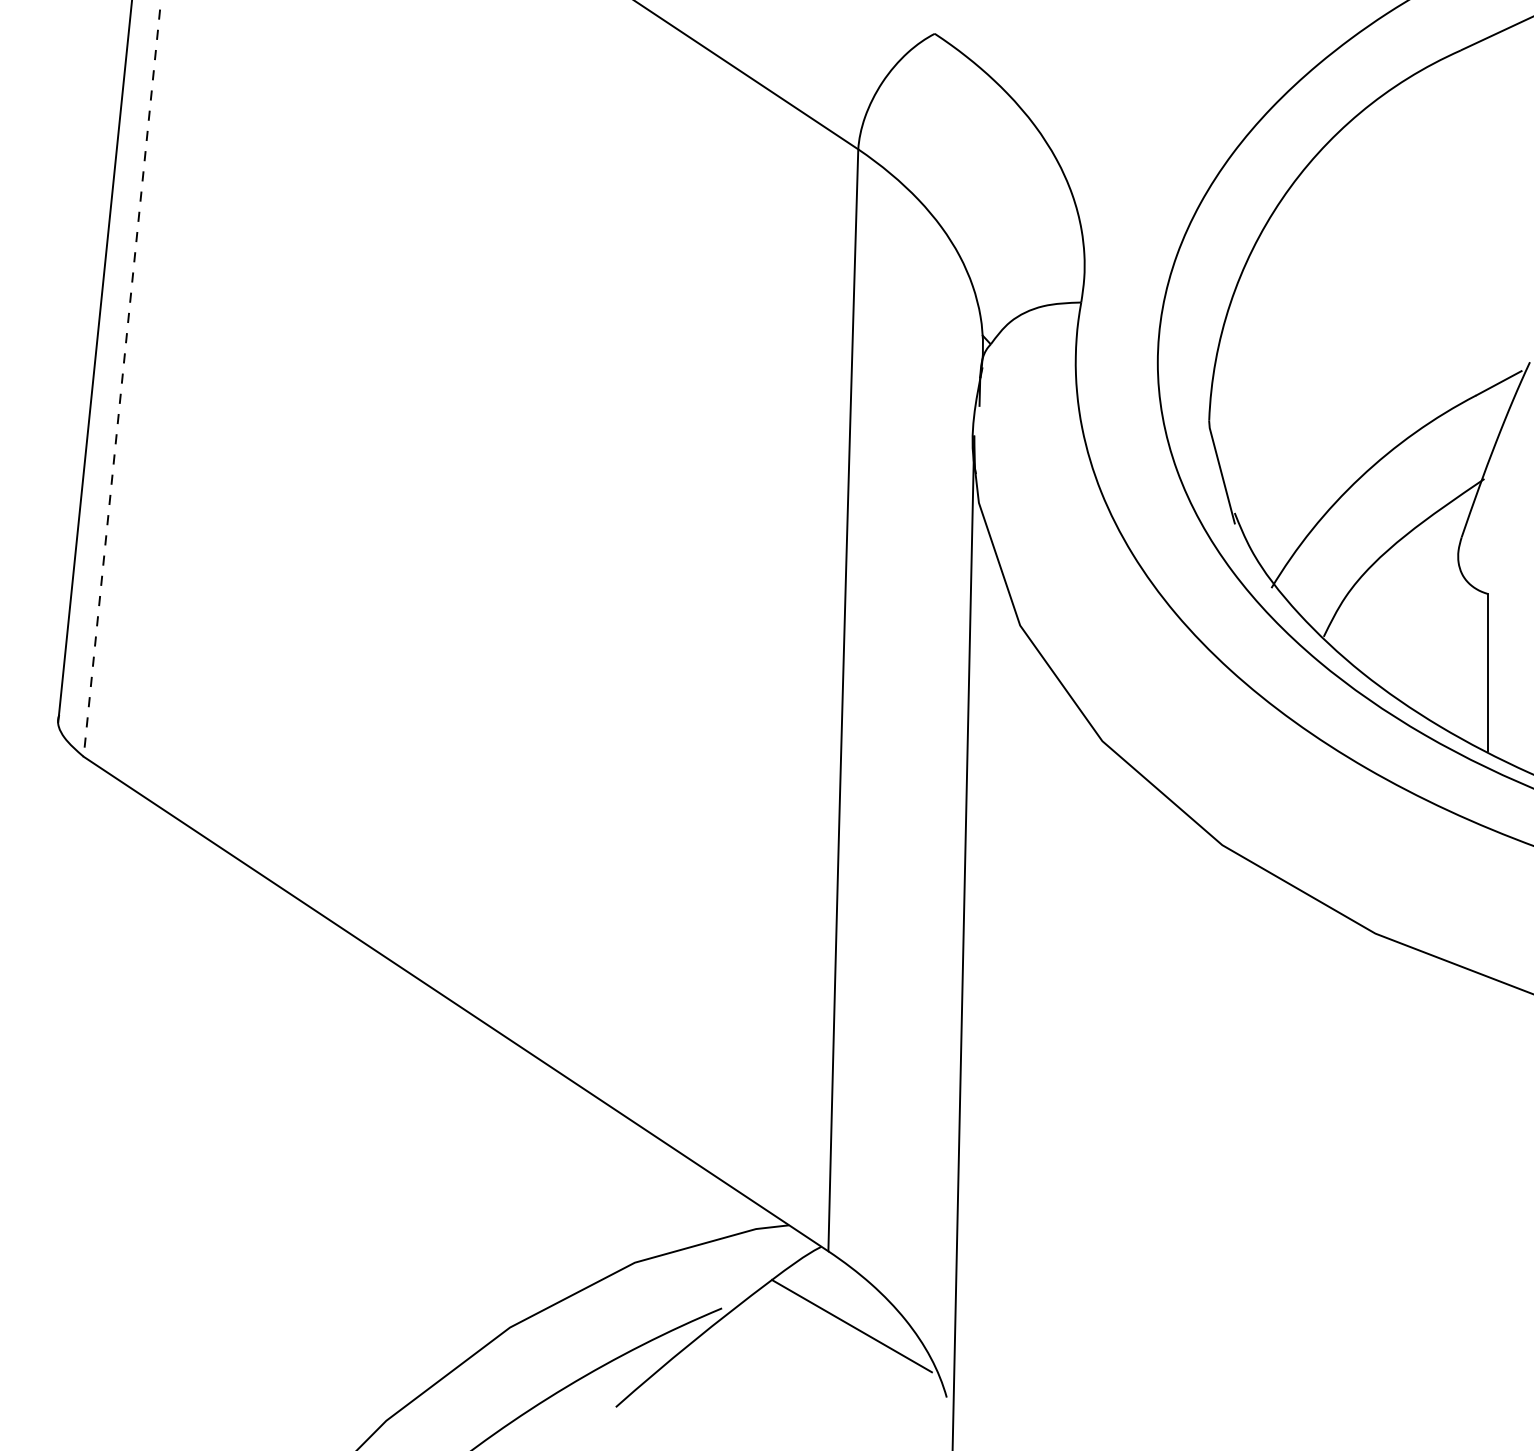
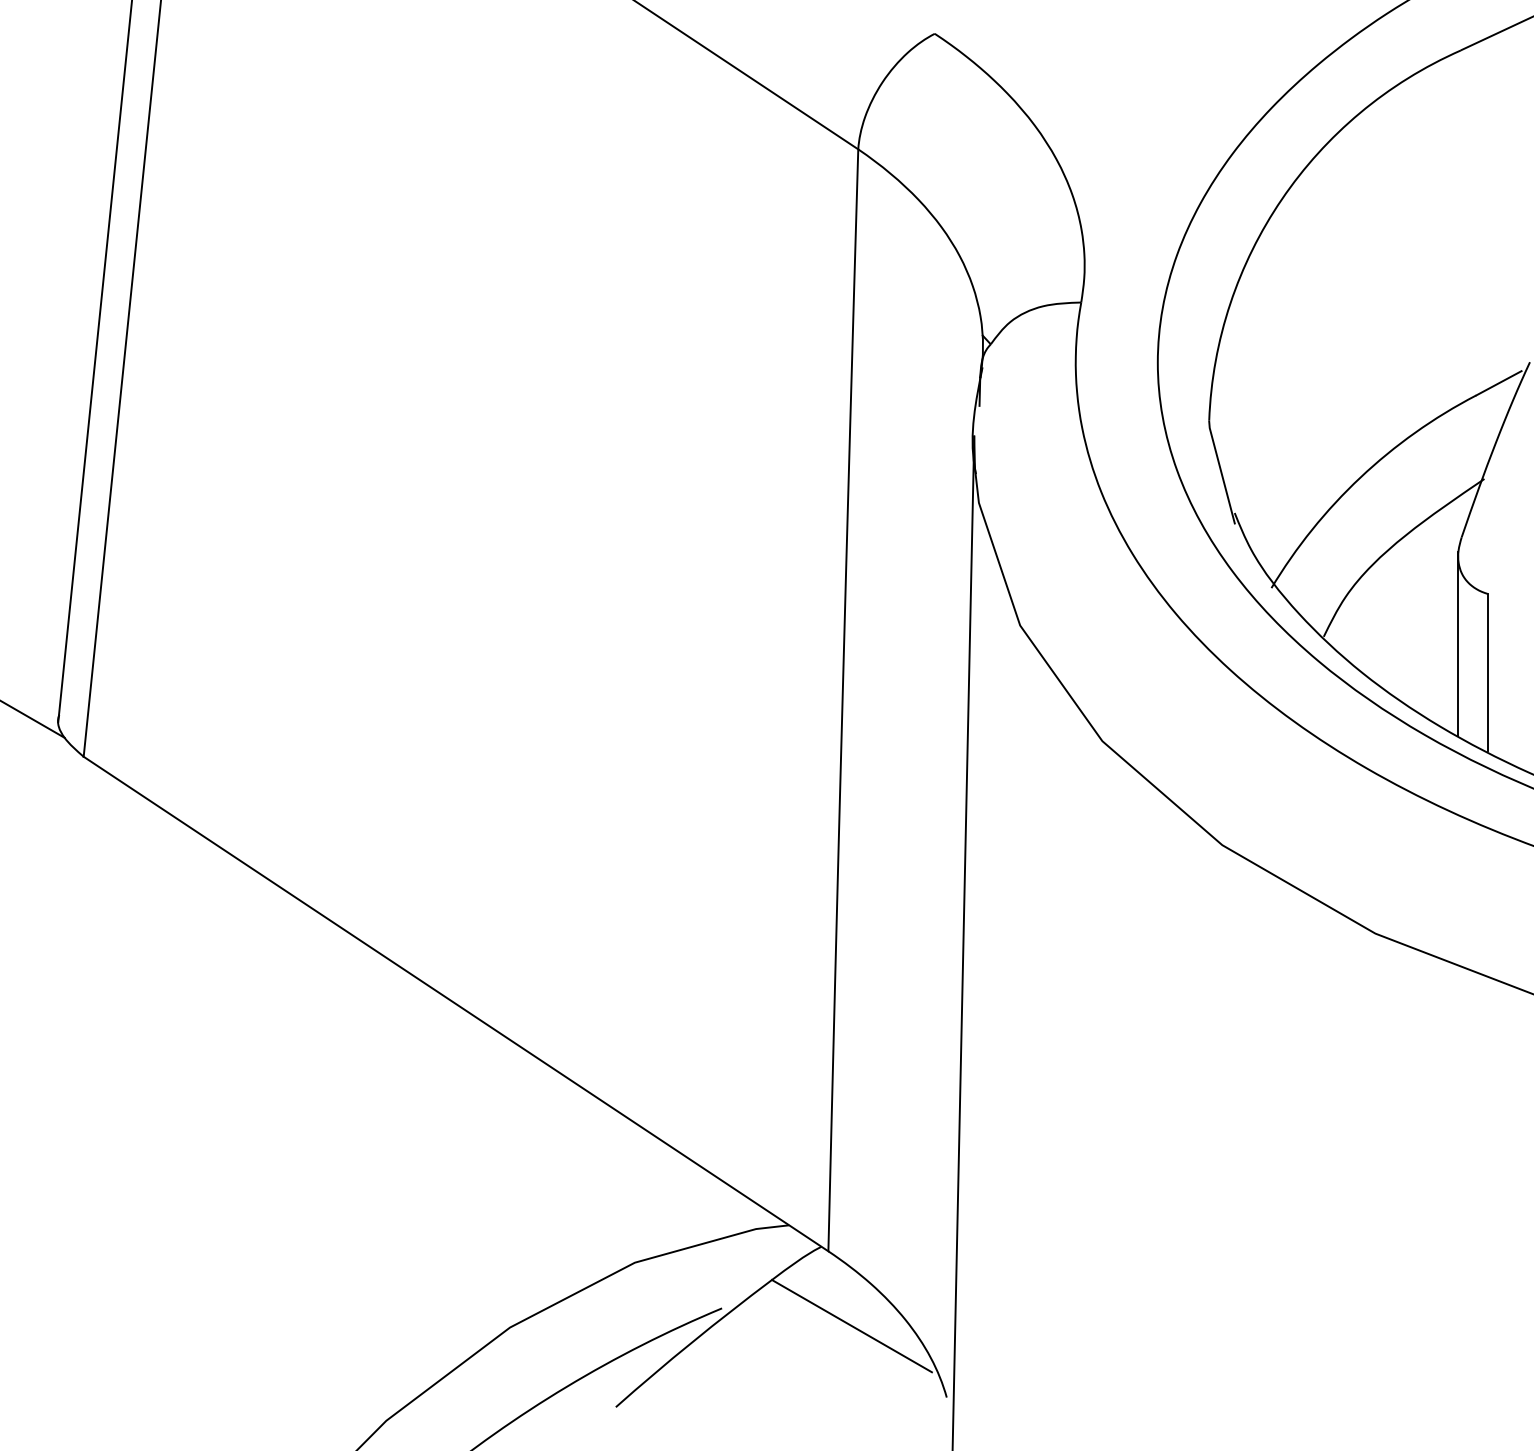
line at (122, 379): dashed -> solid
line at (1458, 643): none -> present
line at (33, 719): none -> present
